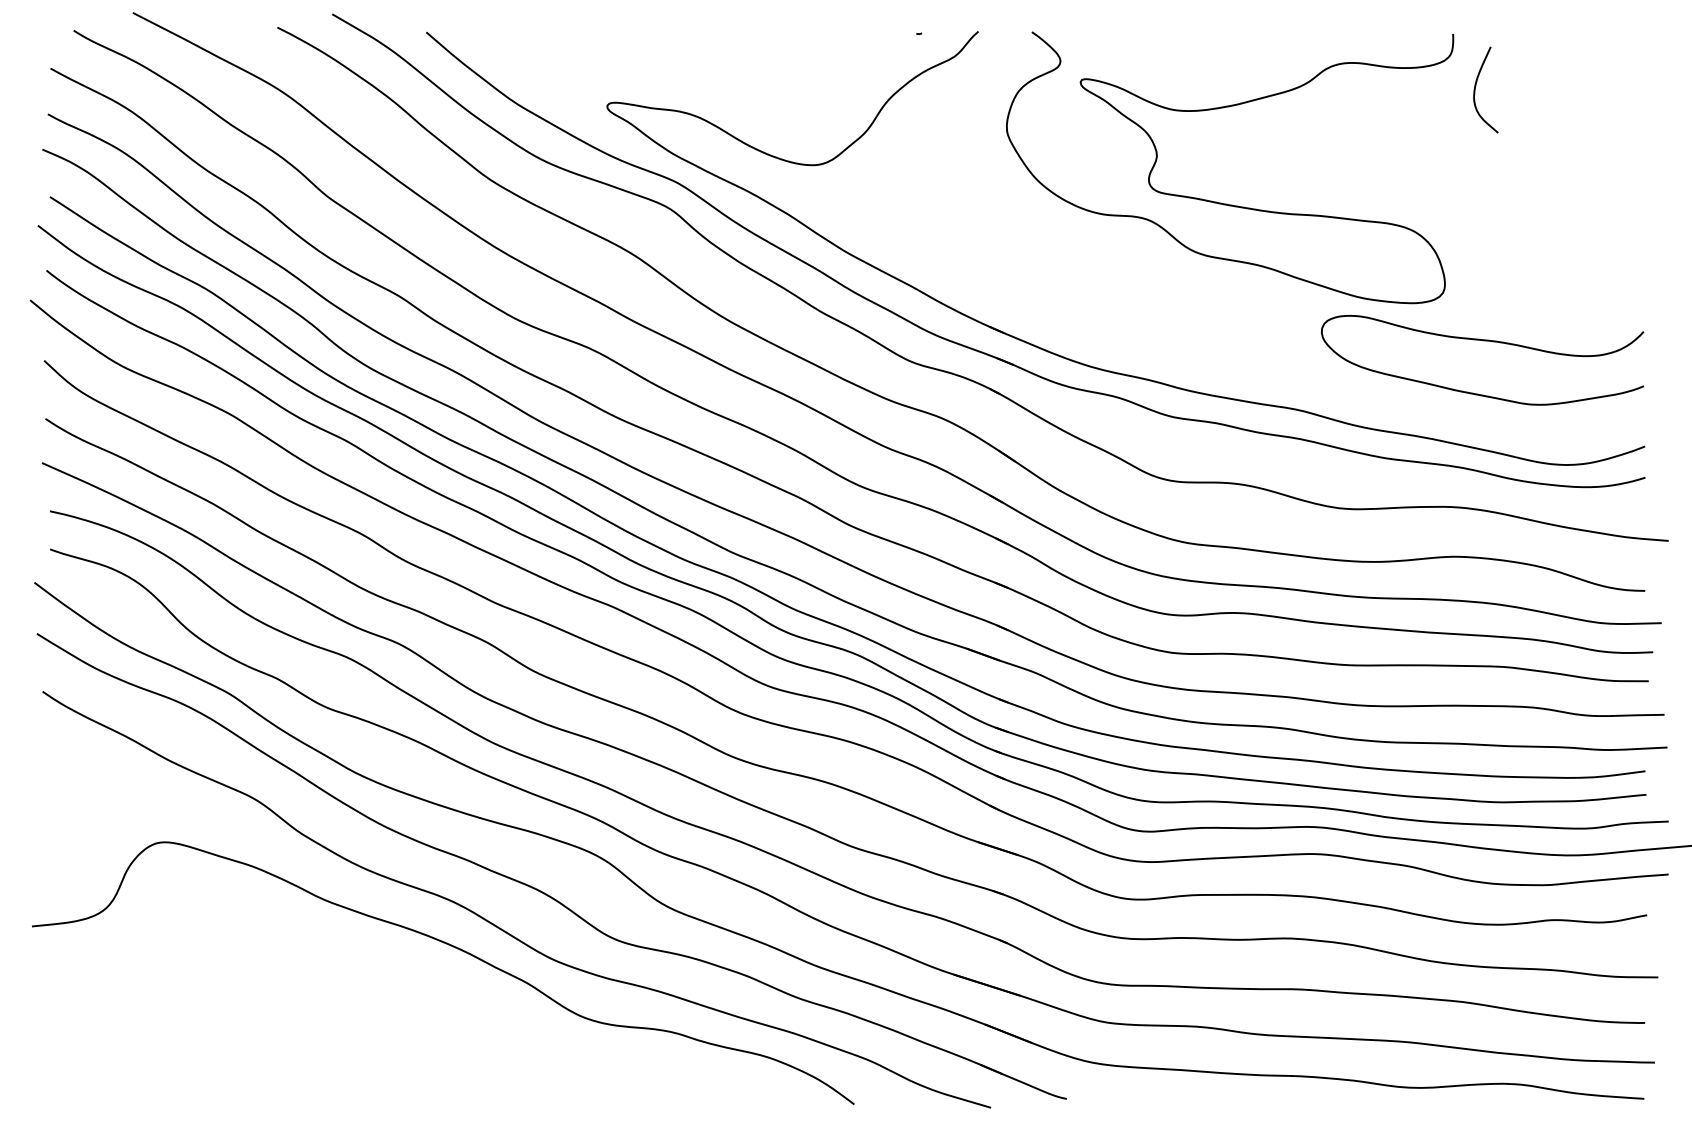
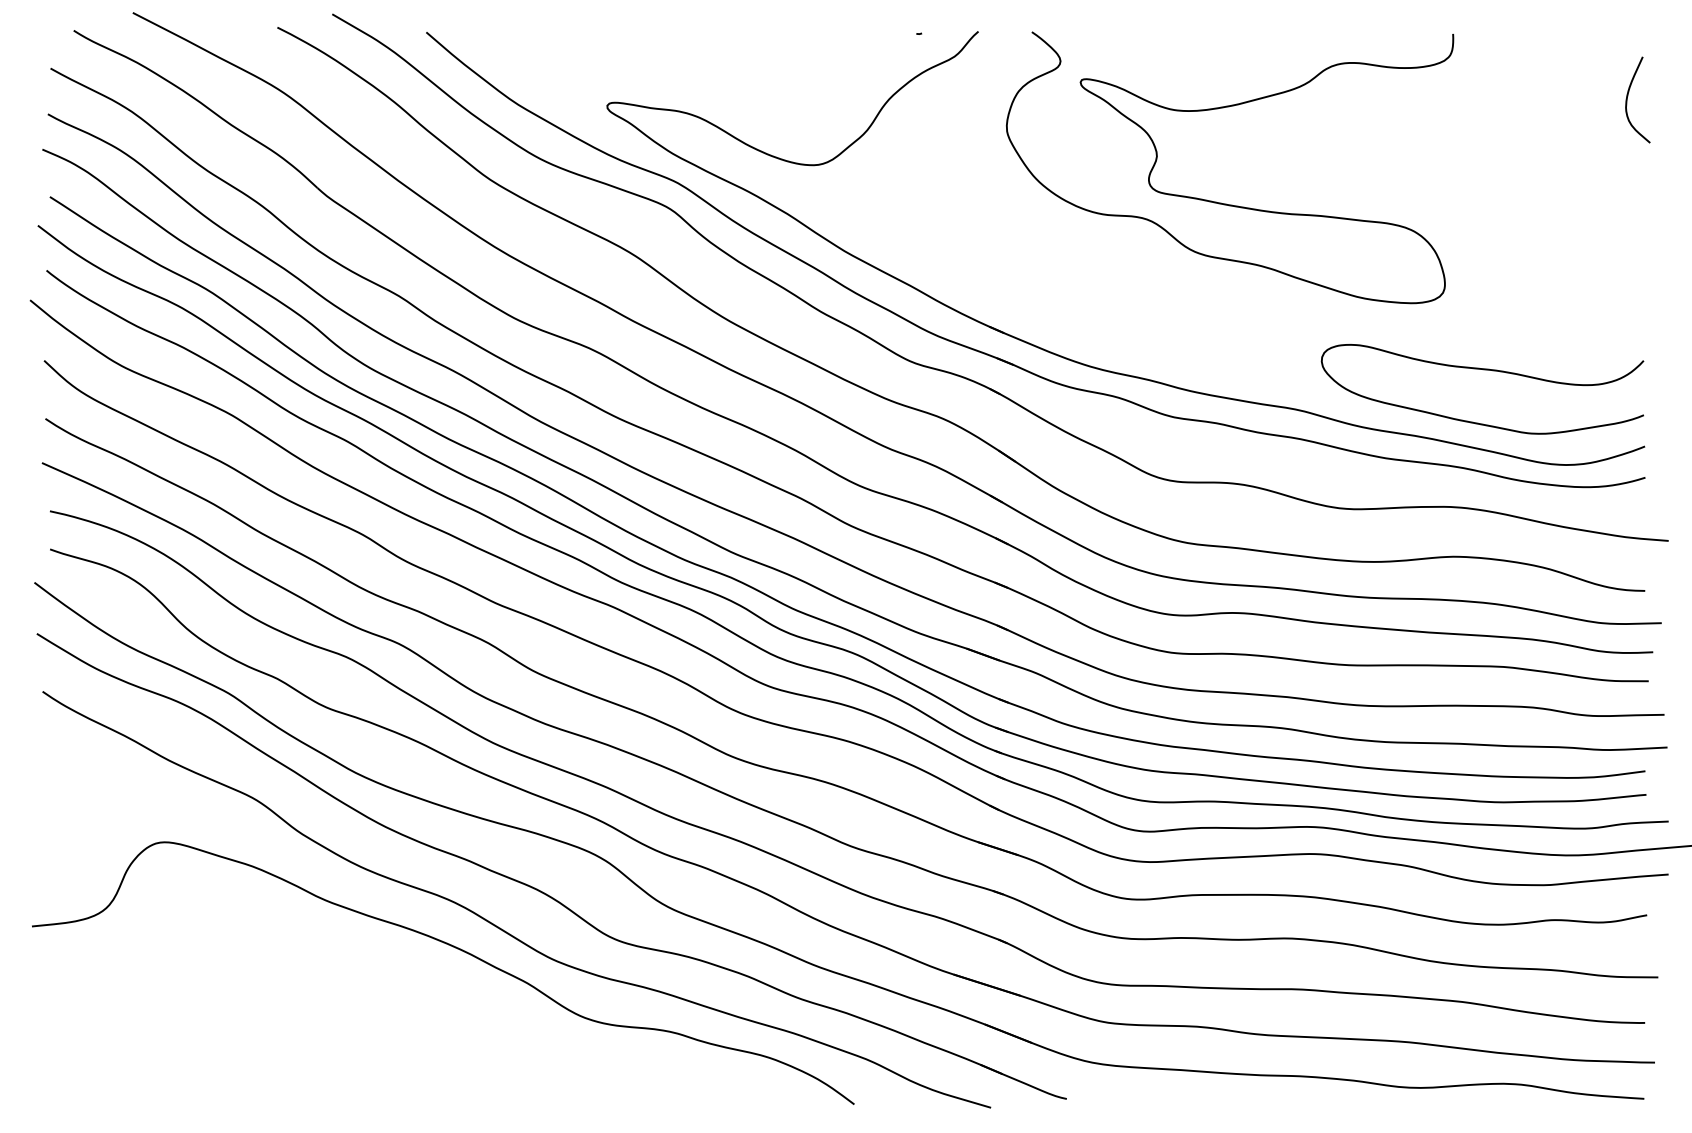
curve at (1476, 86) position: (1476, 86) -> (1628, 96)
curve at (1483, 341) position: (1483, 341) -> (1483, 370)
